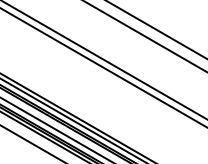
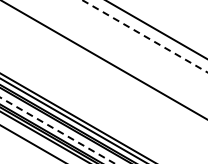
line at (144, 36): solid -> dashed
line at (103, 67): present -> none
line at (57, 130): solid -> dashed
